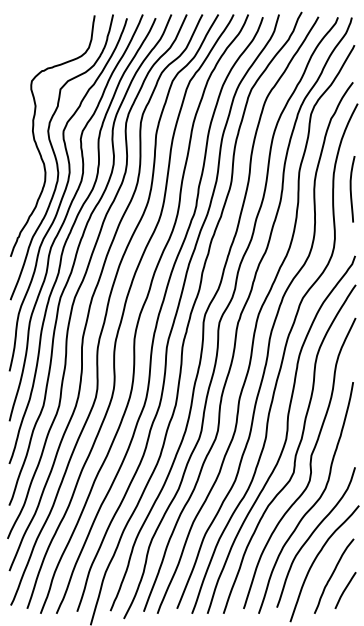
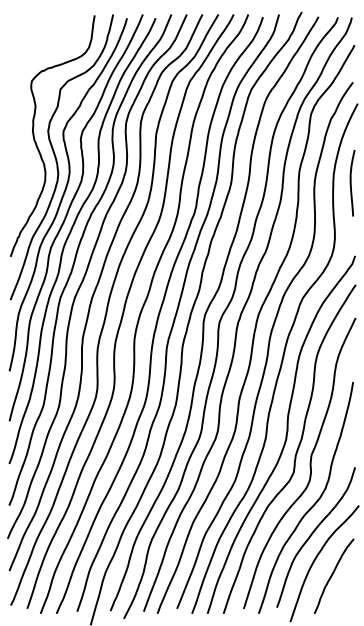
curve at (351, 189) position: (351, 189) -> (351, 183)
line at (345, 590): present -> none
